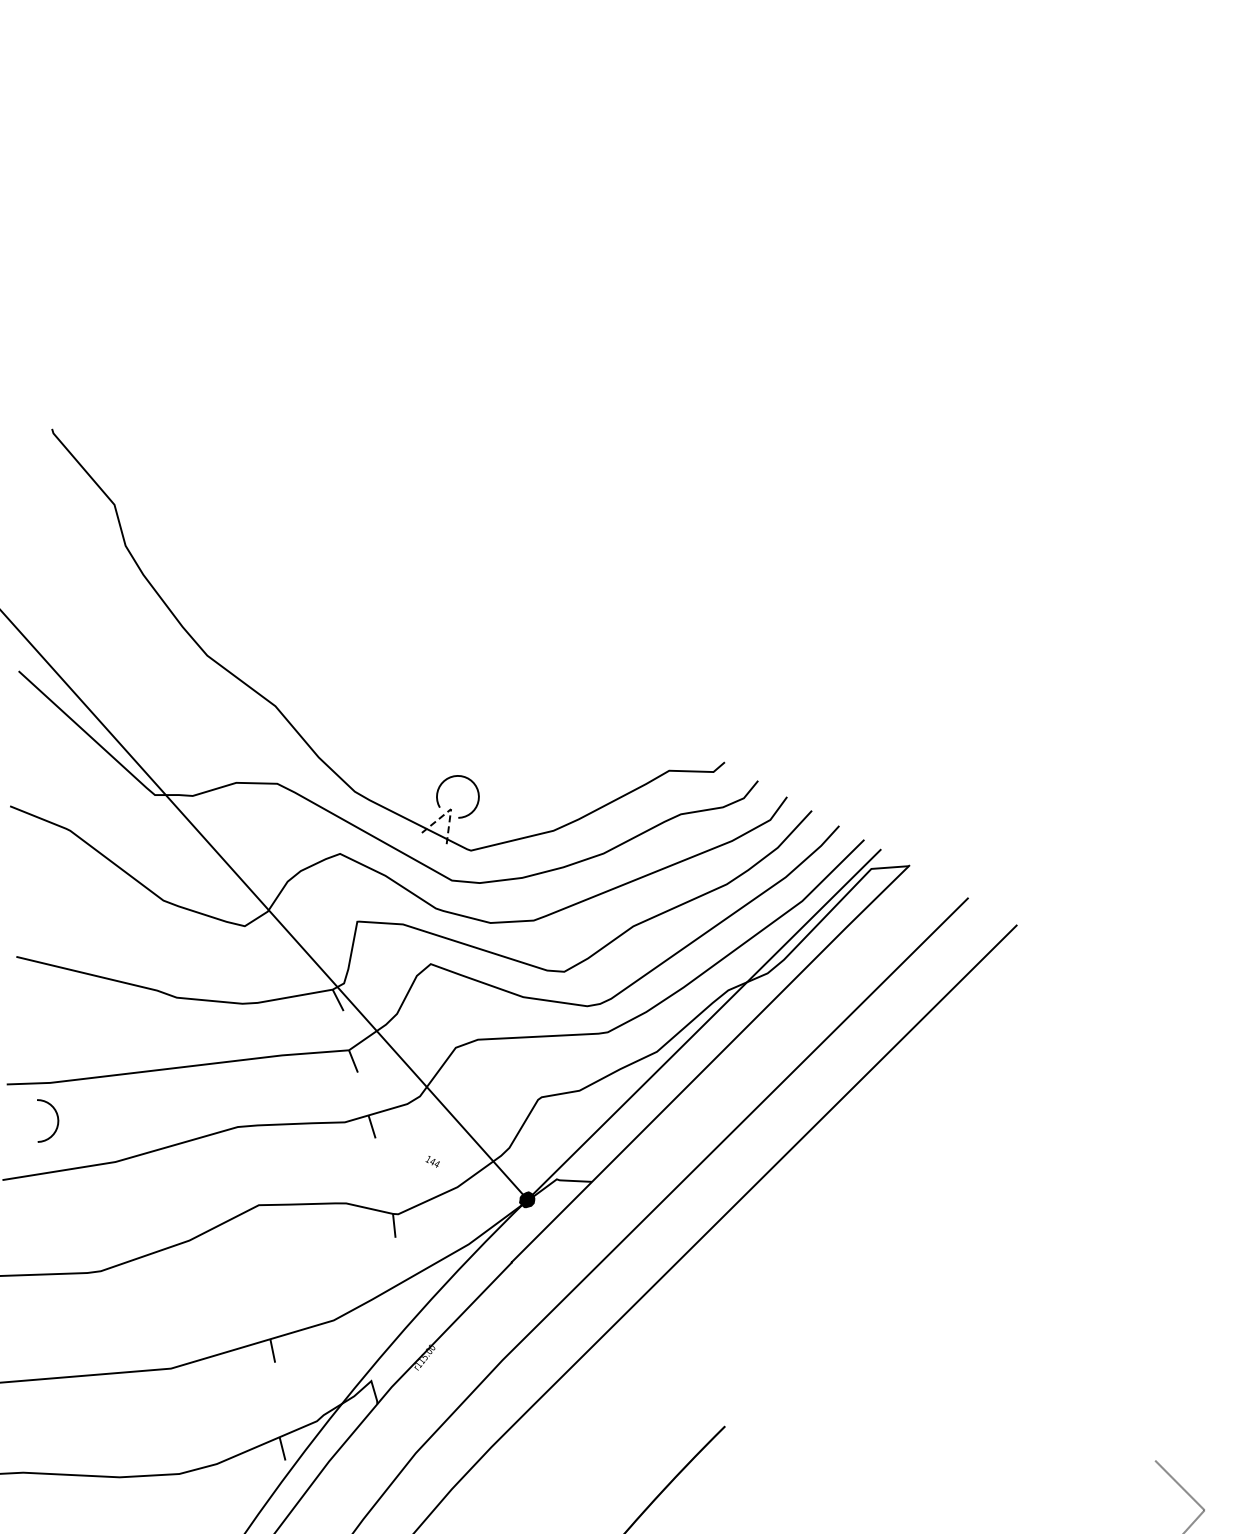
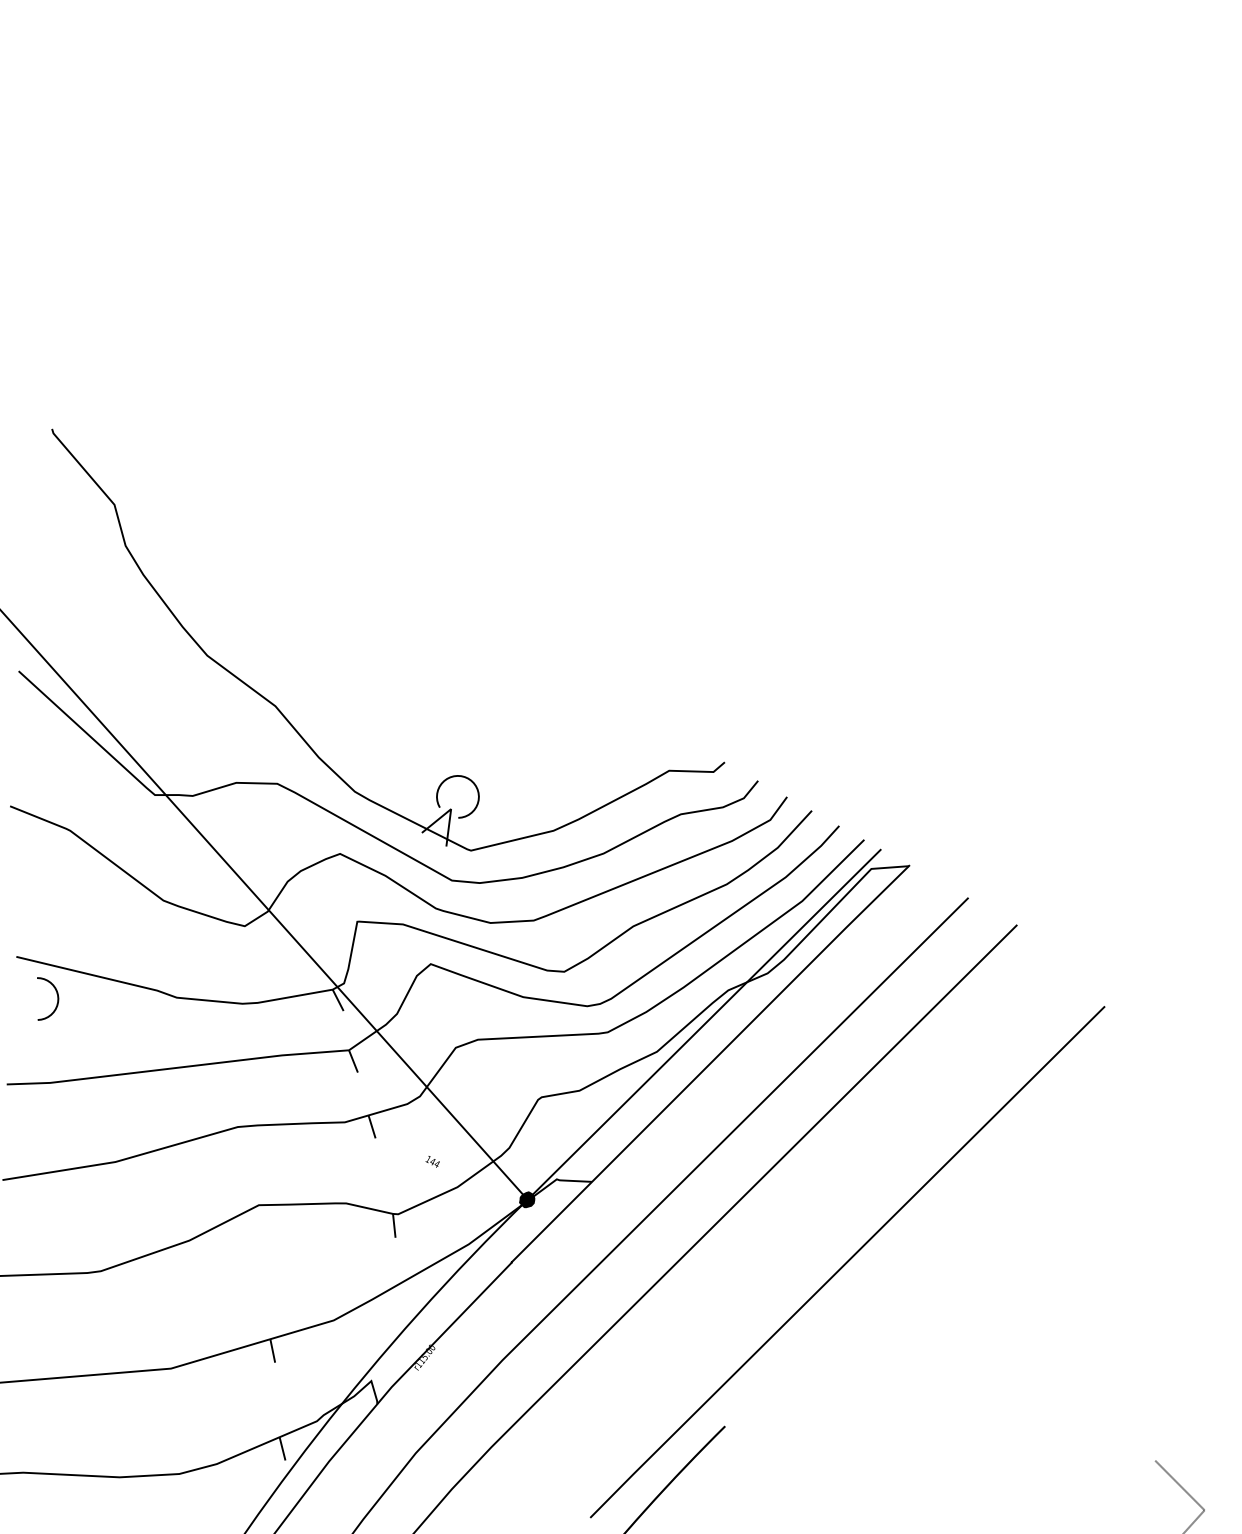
line at (451, 809): dashed -> solid
curve at (56, 1116) position: (56, 1116) -> (56, 994)
line at (847, 1262): none -> present
